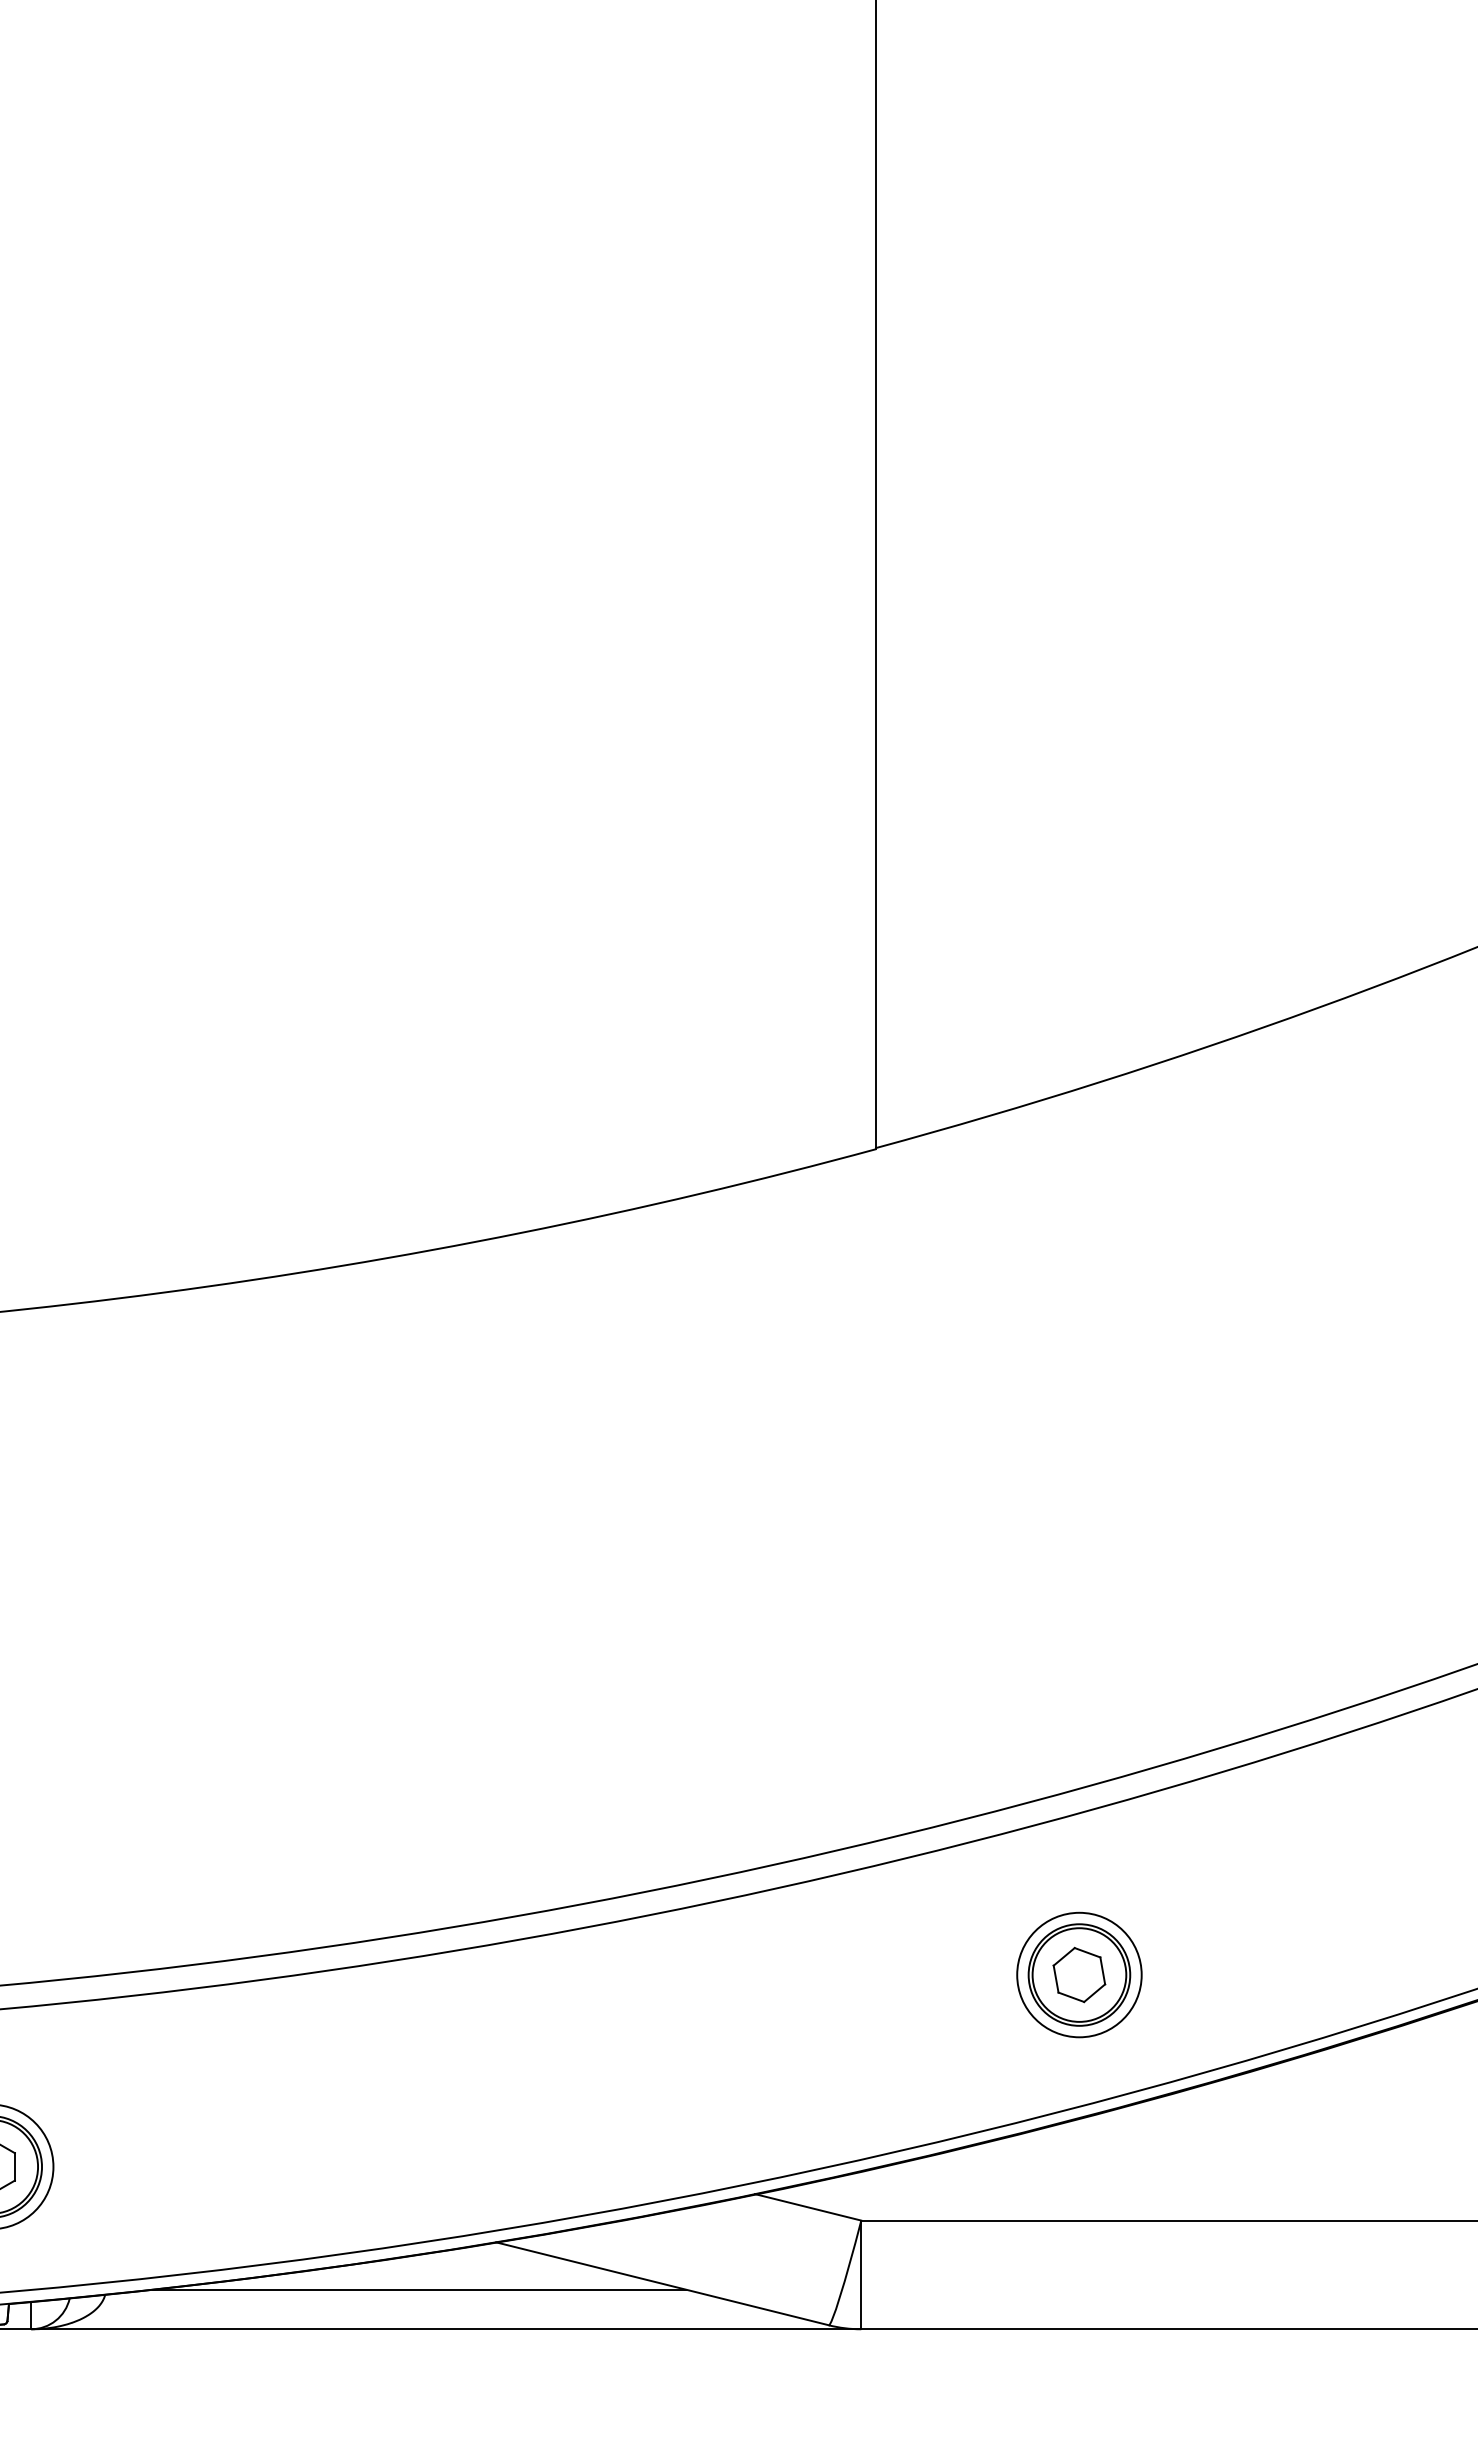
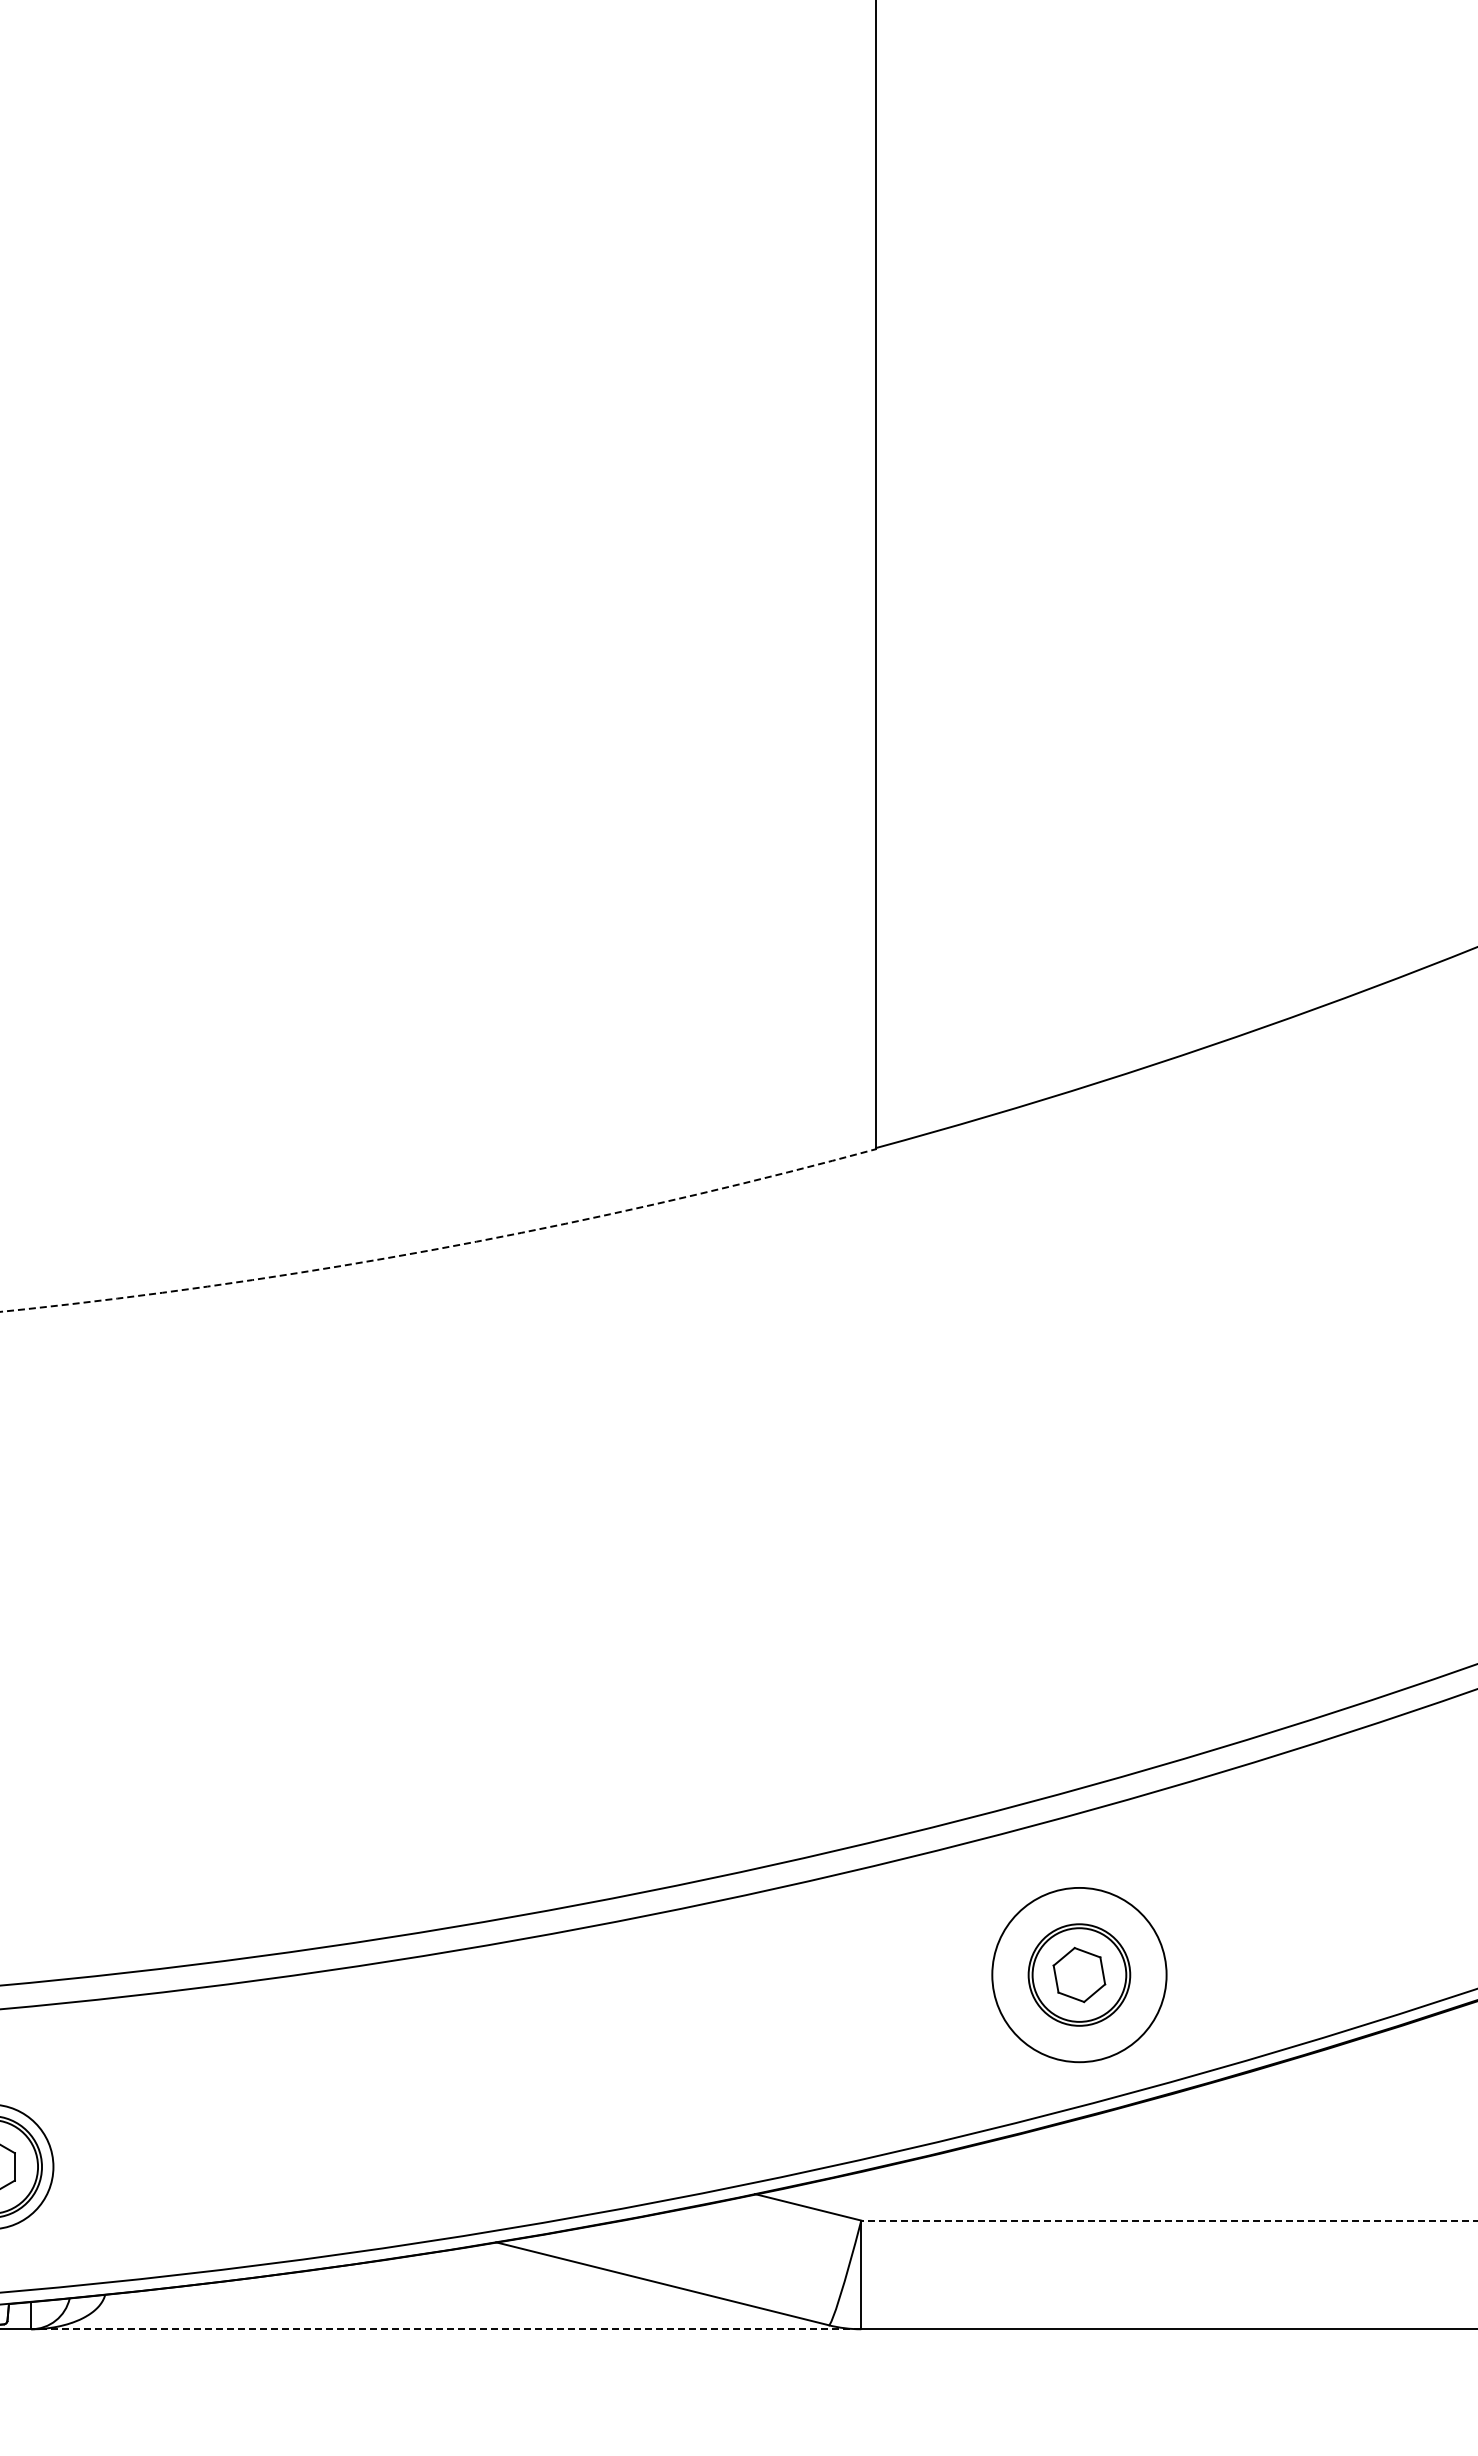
arc at (443, 1247): solid -> dashed
circle at (1079, 1974) diameter: 124 px -> 174 px
line at (1169, 2220): solid -> dashed
line at (419, 2289): present -> none
line at (445, 2329): solid -> dashed
